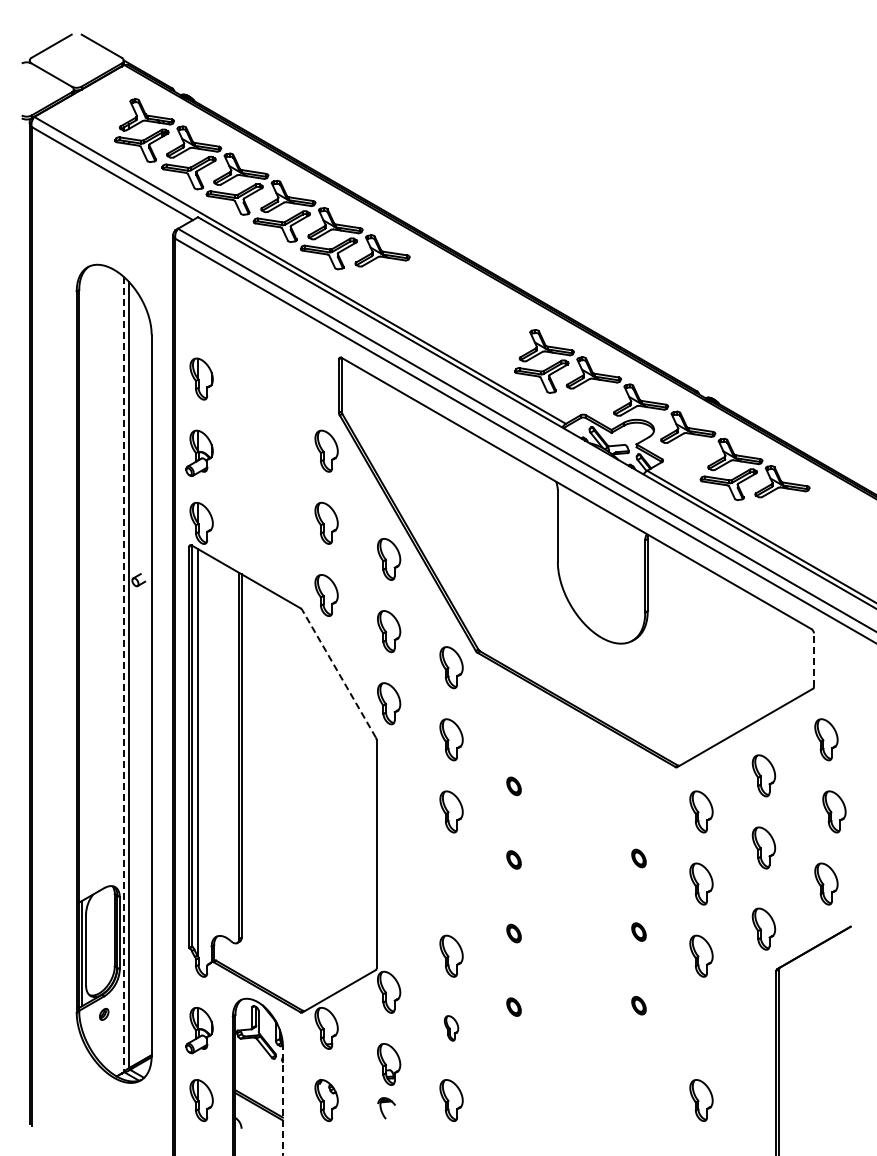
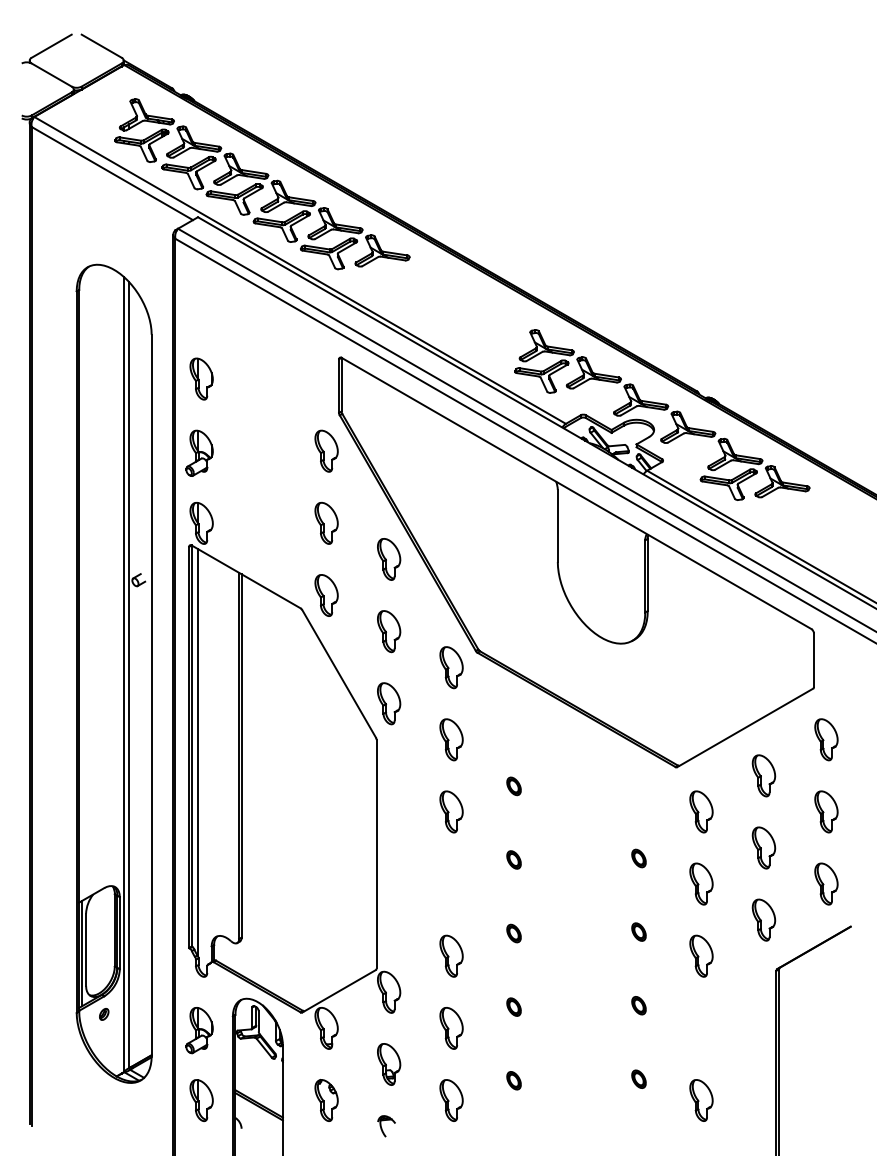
line at (813, 660): dashed -> solid
line at (339, 673): dashed -> solid
line at (124, 675): dashed -> solid
part at (834, 811) position: (834, 811) -> (826, 811)
part at (763, 928) position: (763, 928) -> (763, 919)
part at (451, 1028) size: 16x27 px -> 25x43 px
part at (638, 1078): none -> present
part at (513, 1080): none -> present
line at (282, 1100): dashed -> solid
part at (386, 1108) position: (386, 1108) -> (386, 1126)
